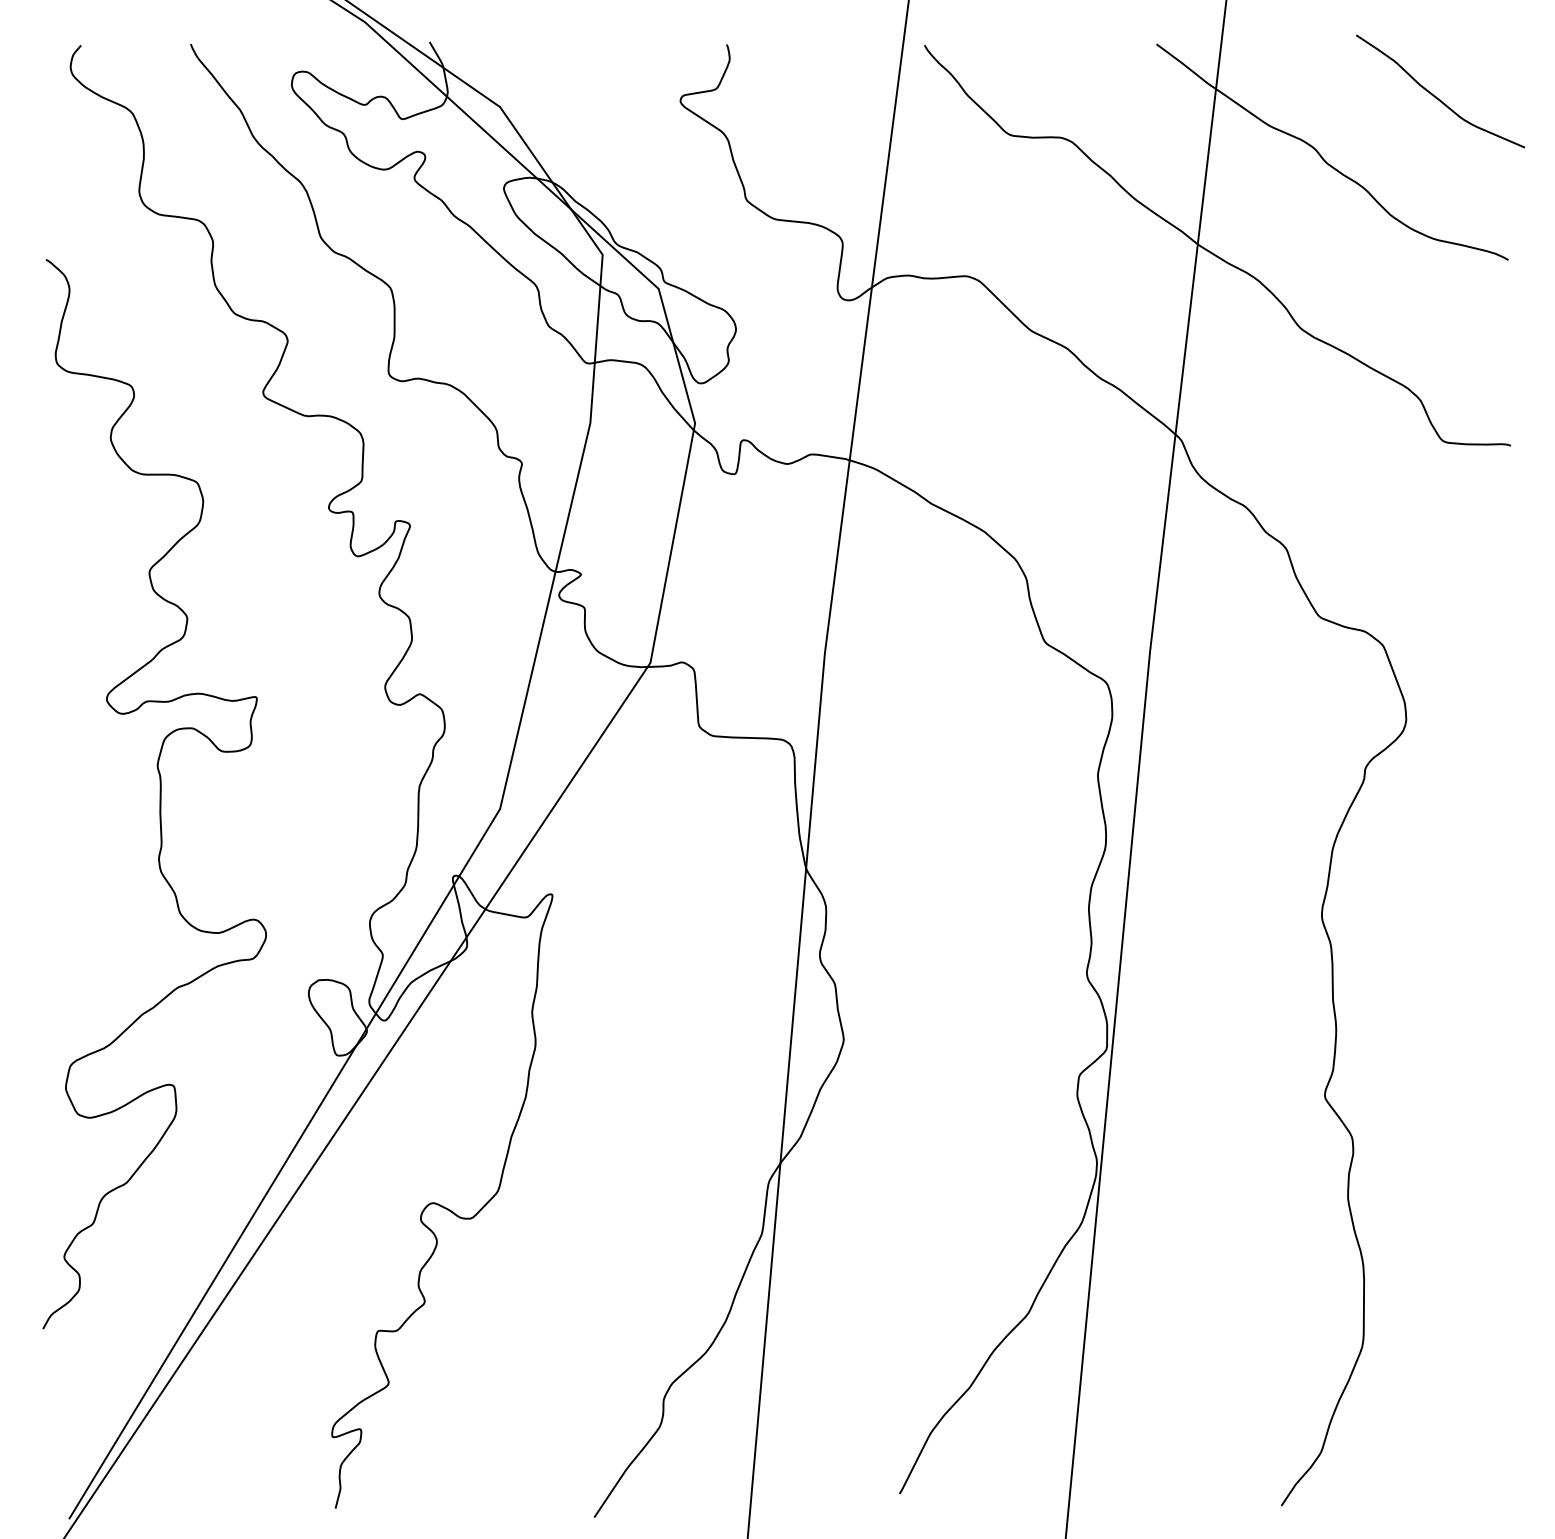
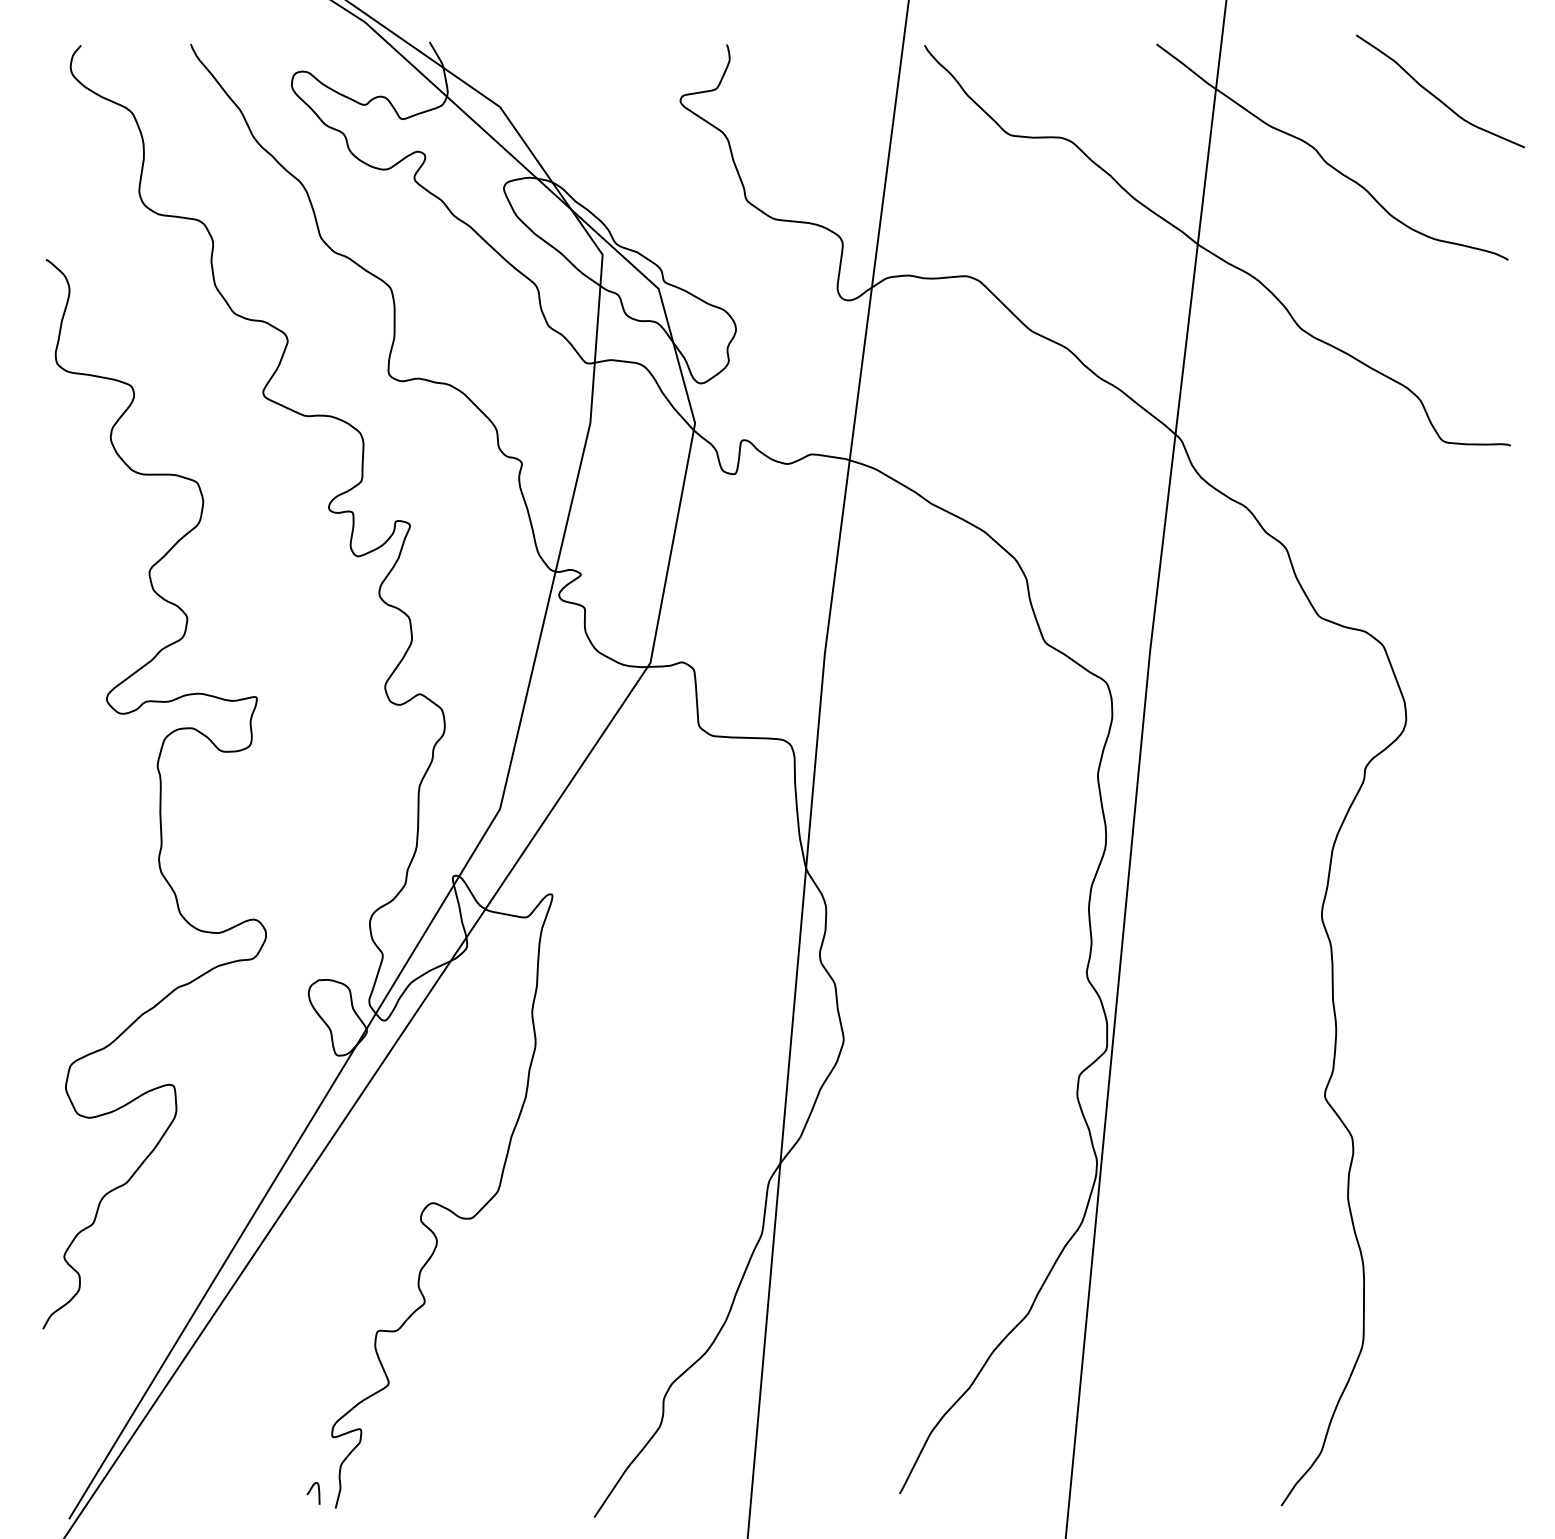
curve at (311, 1490): none -> present
